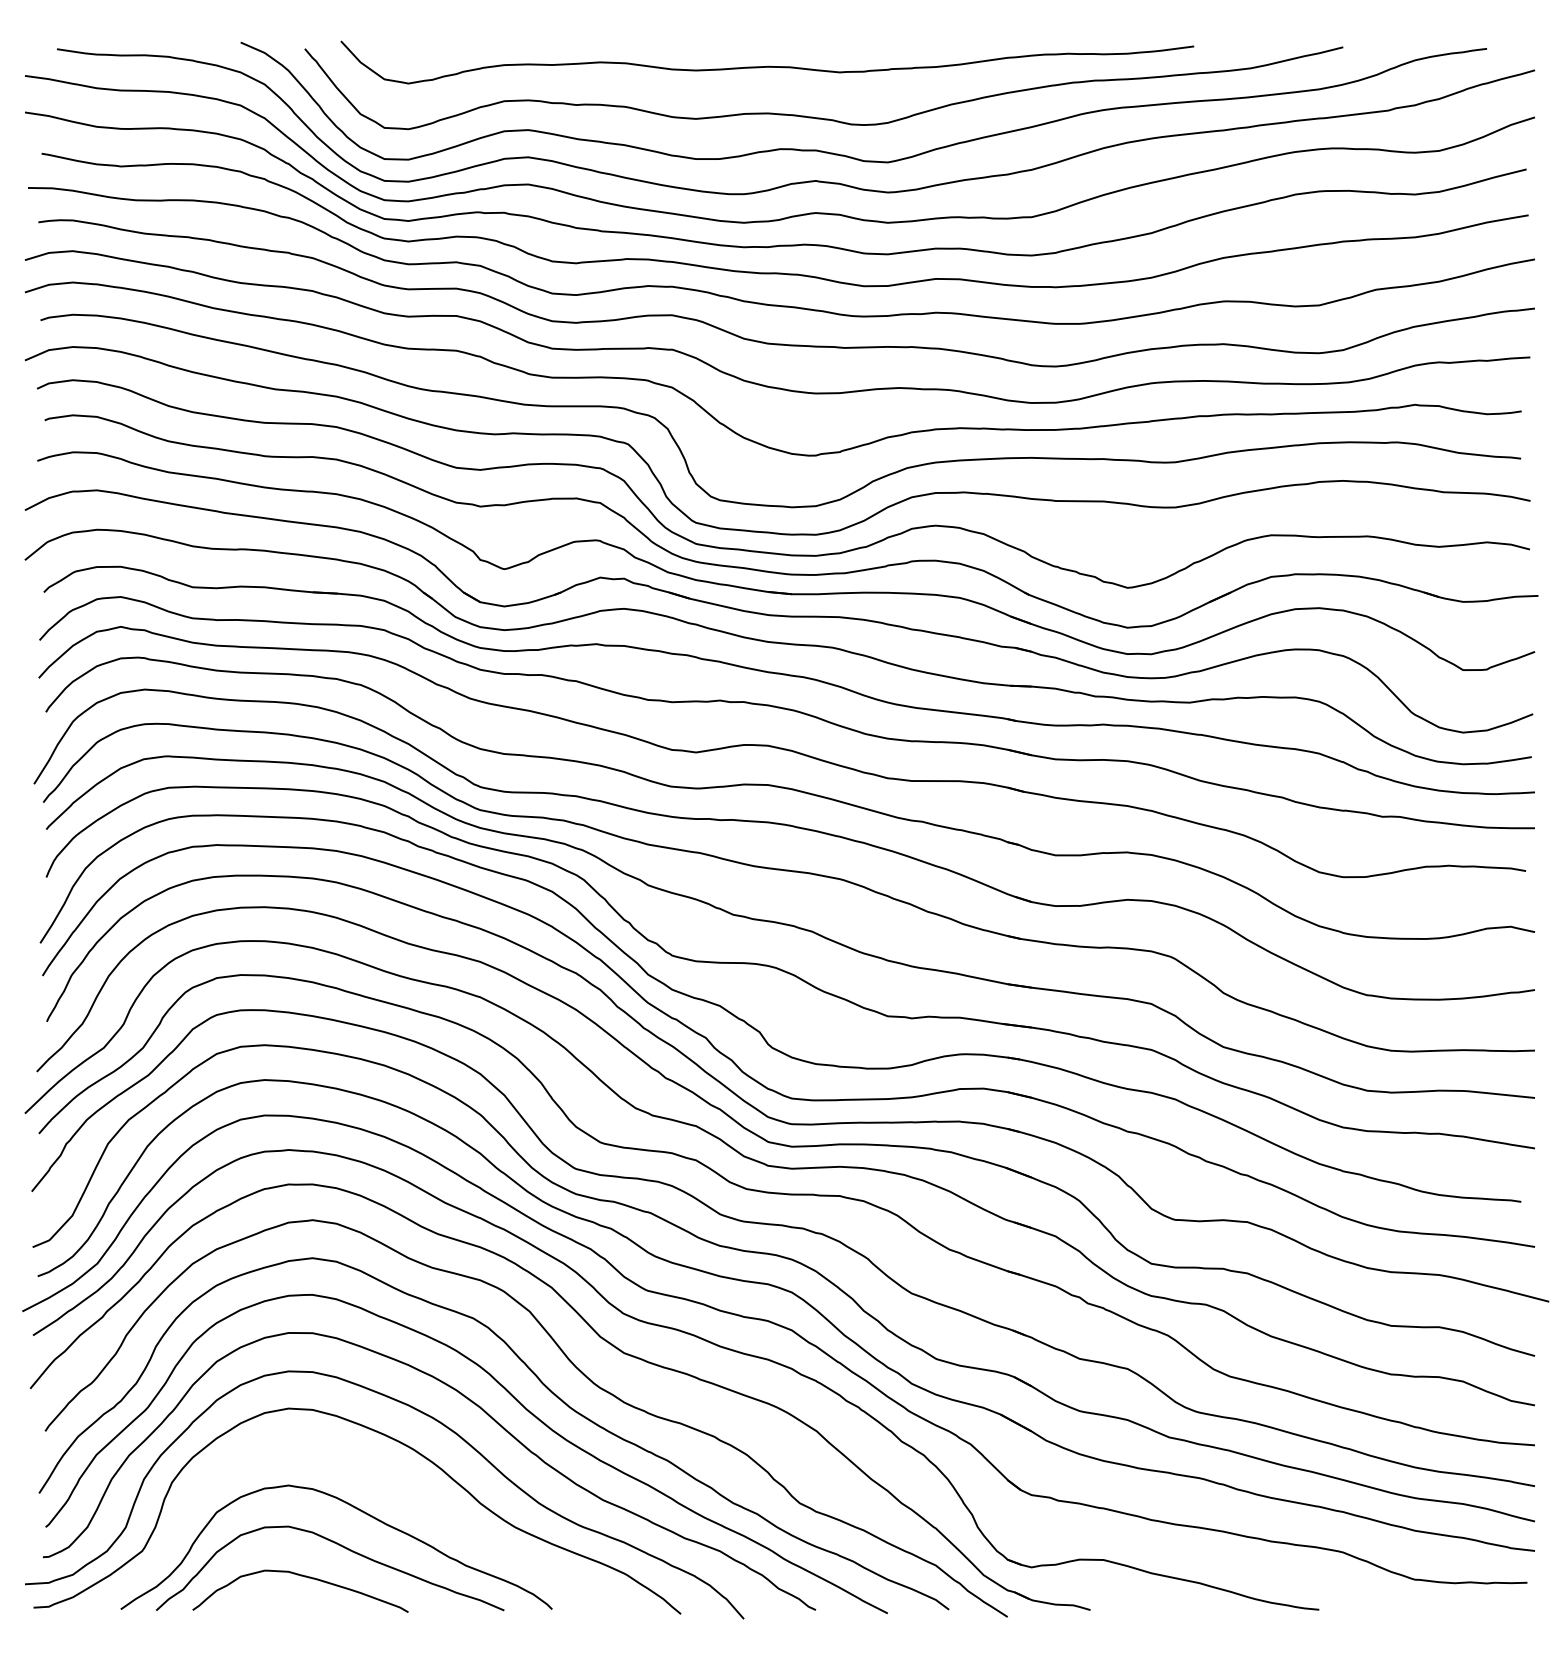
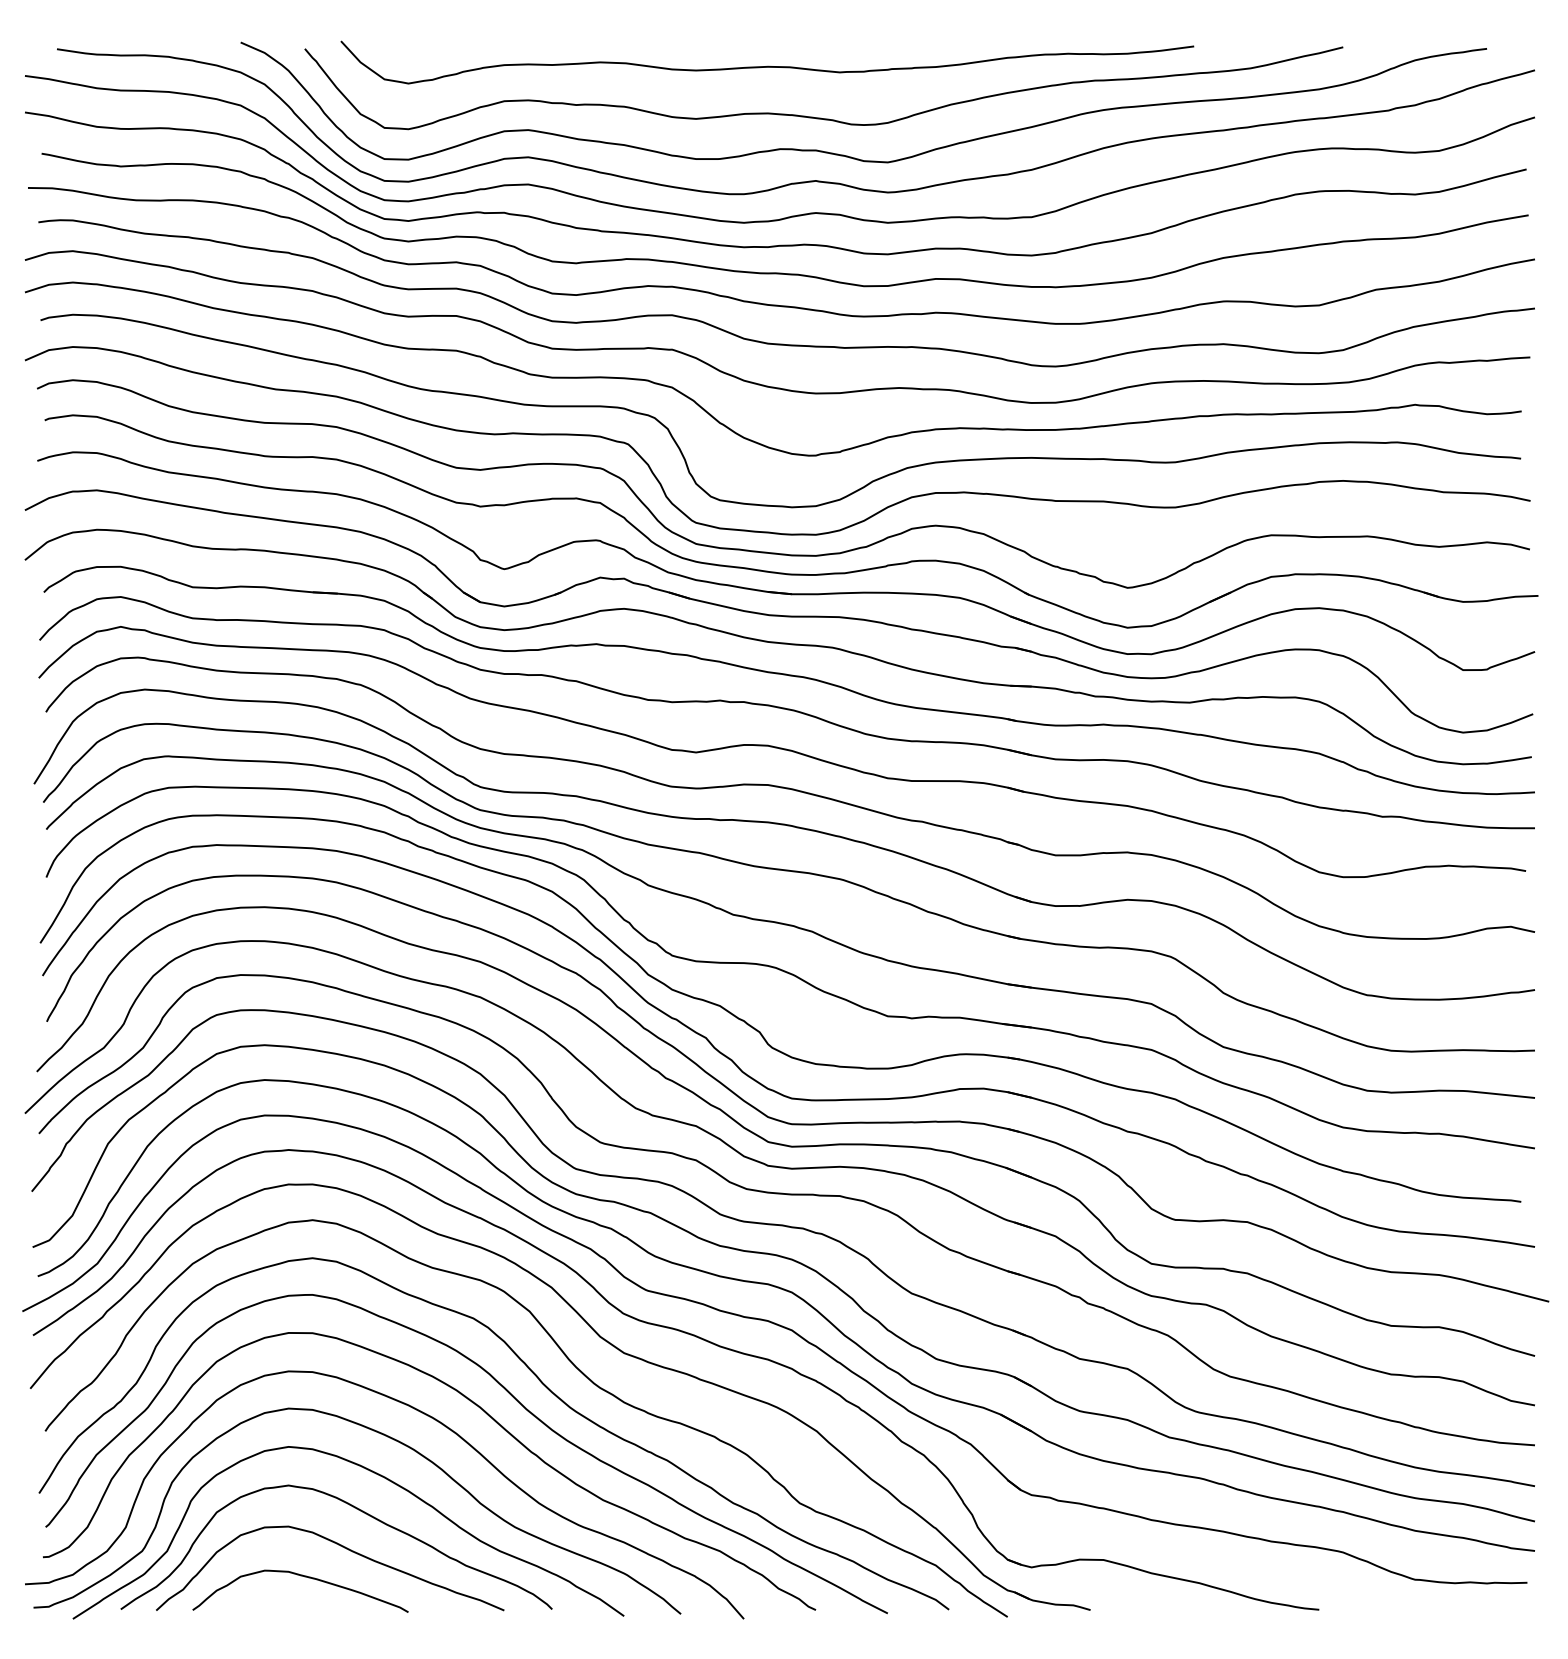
curve at (373, 1473): none -> present
